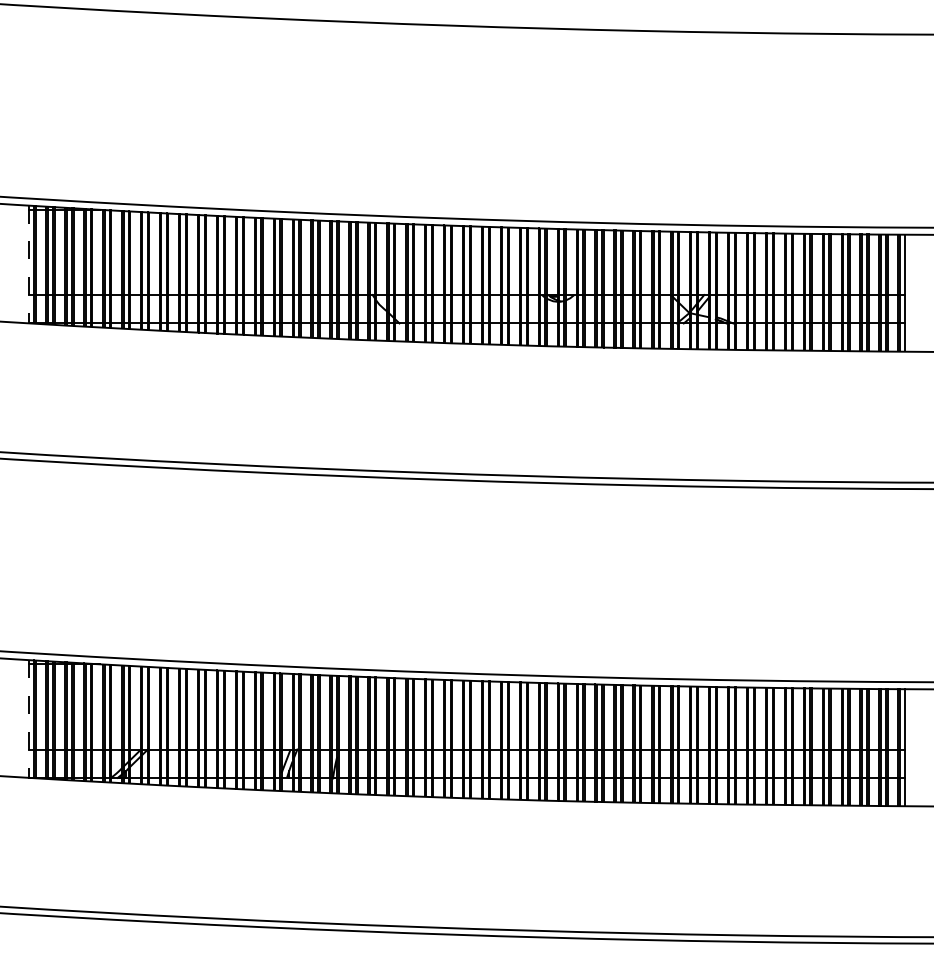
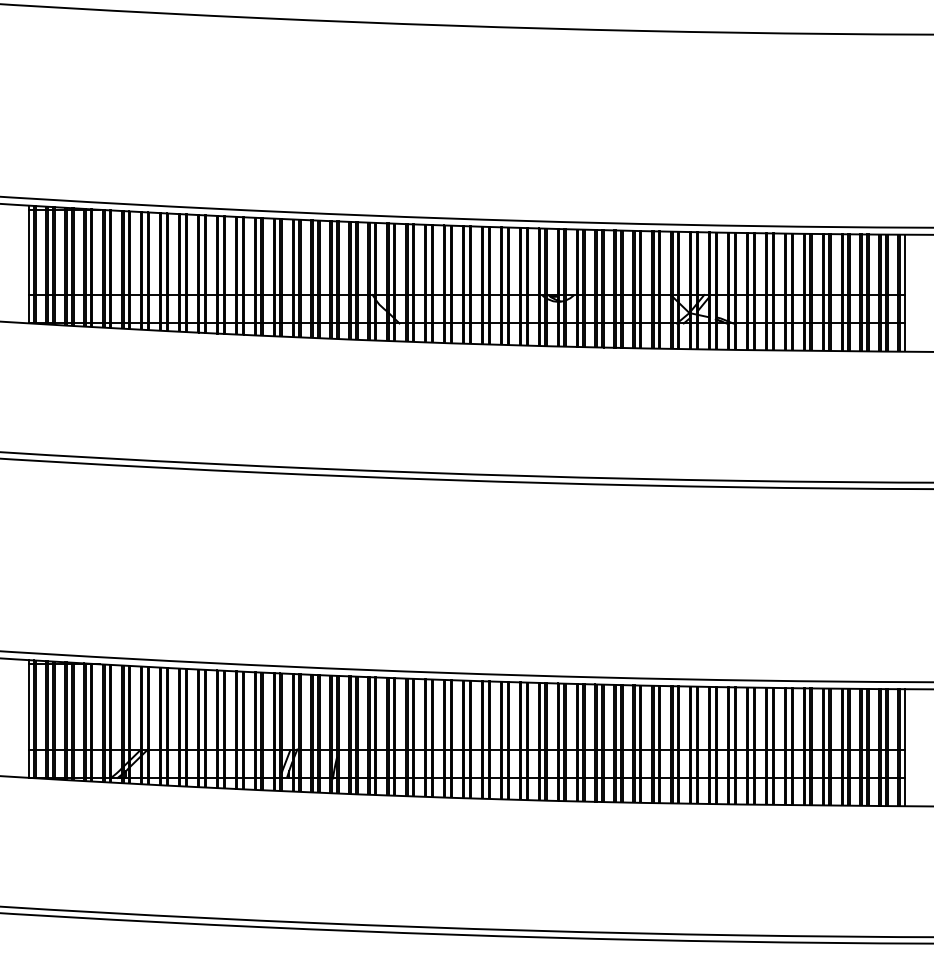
line at (28, 264): dashed -> solid
line at (28, 718): dashed -> solid
